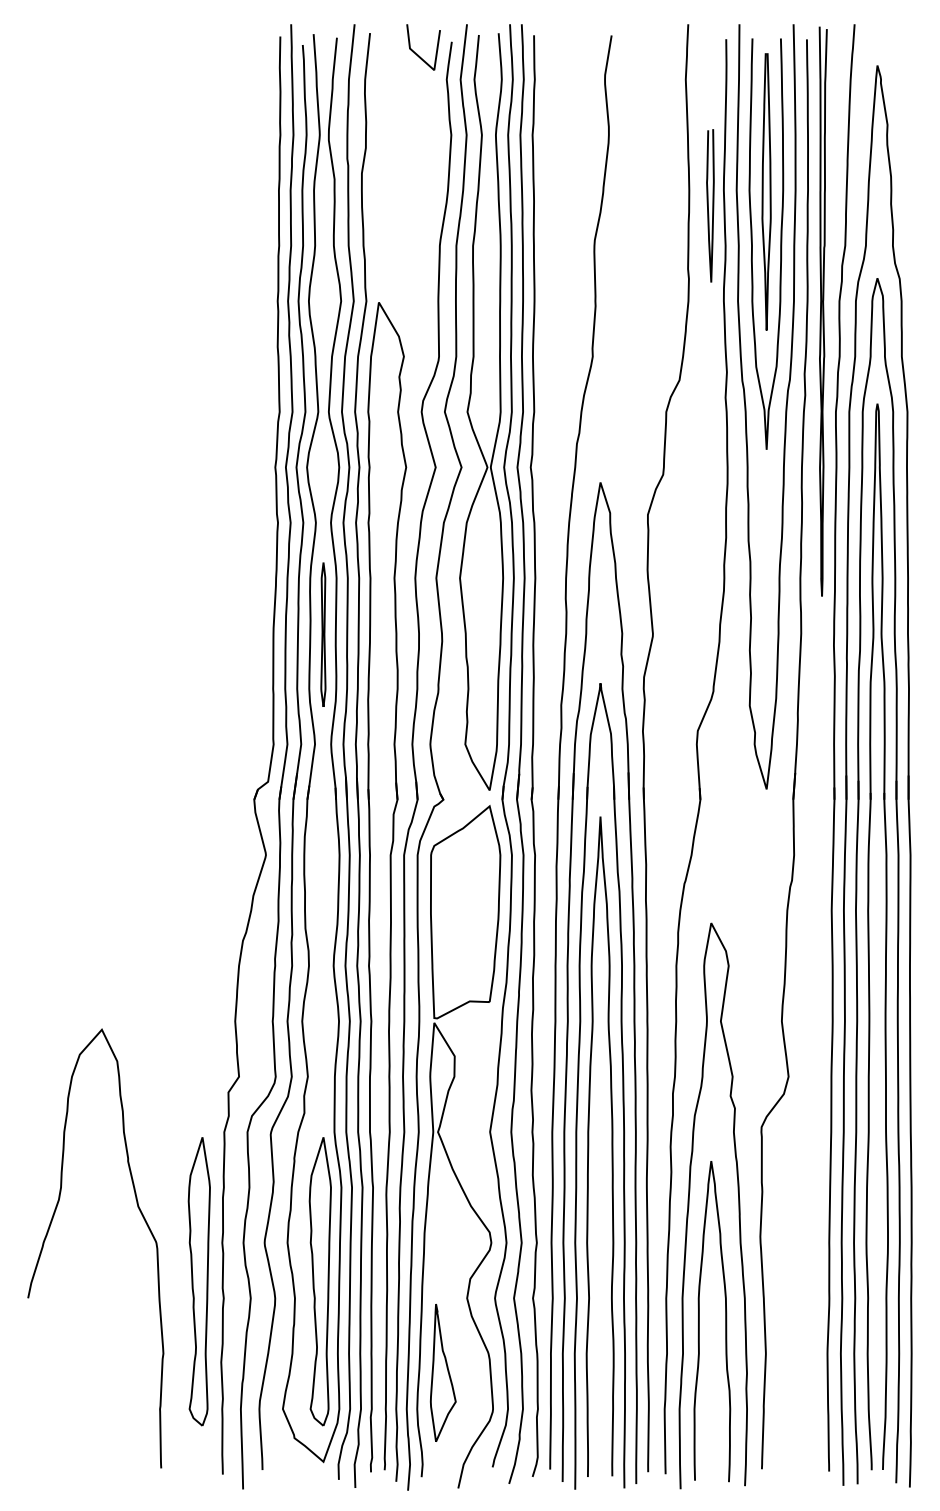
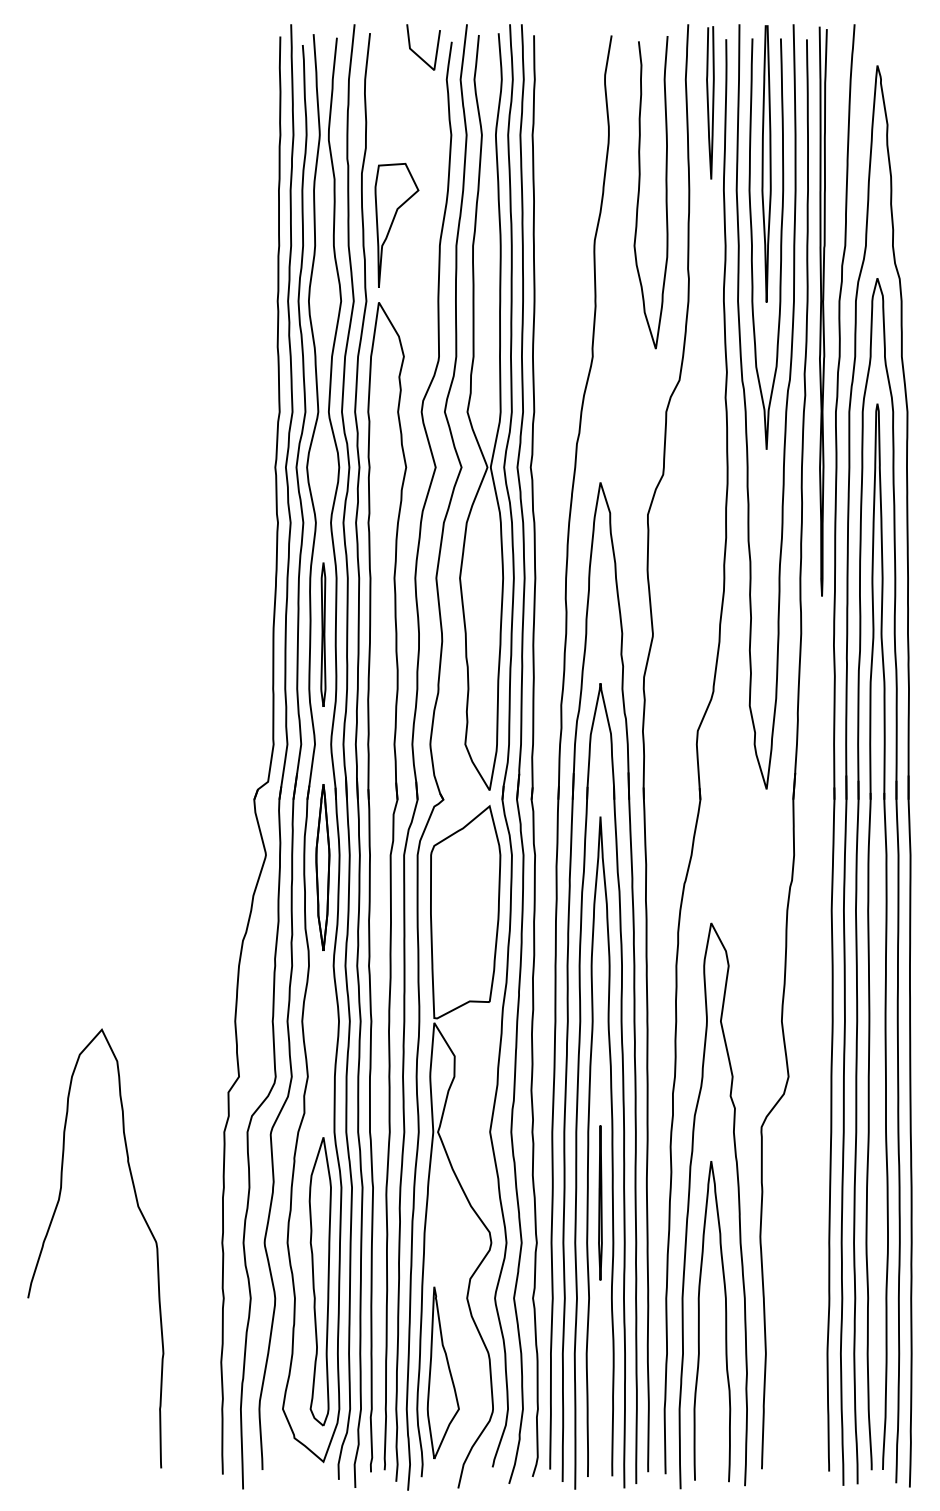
curve at (763, 191) position: (763, 191) -> (763, 163)
curve at (639, 192): none -> present
curve at (708, 205) position: (708, 205) -> (708, 102)
part at (396, 224): none -> present
part at (322, 867): none -> present
line at (600, 1202): none -> present
part at (198, 1281): present -> none
part at (442, 1372) size: 28x138 px -> 34x174 px
